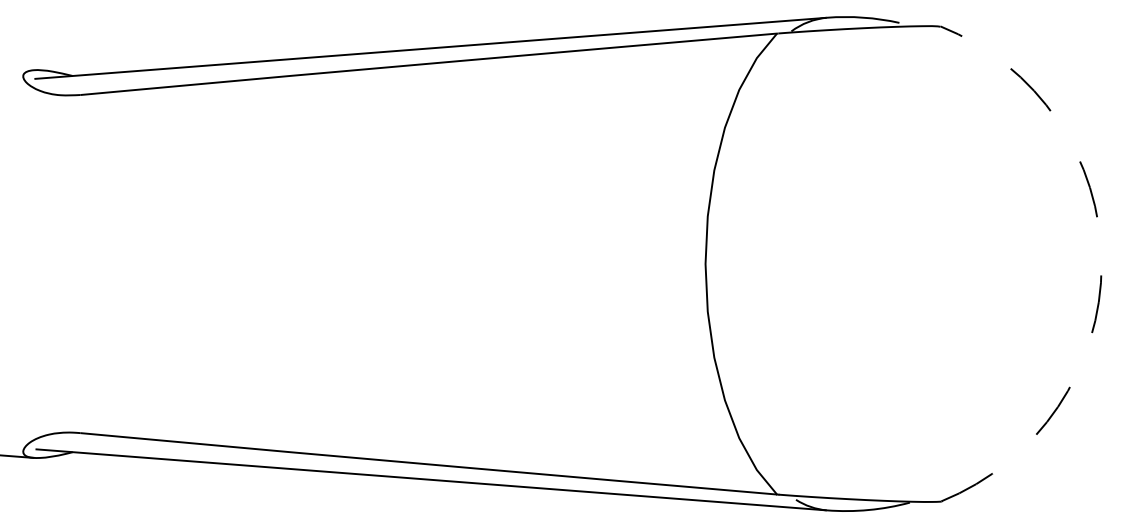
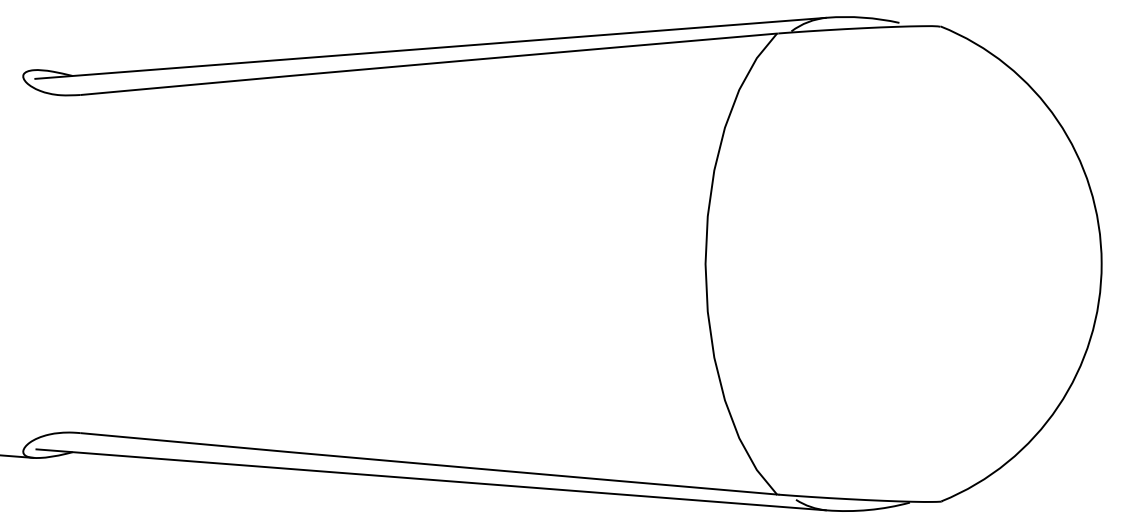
arc at (1101, 263): dashed -> solid
